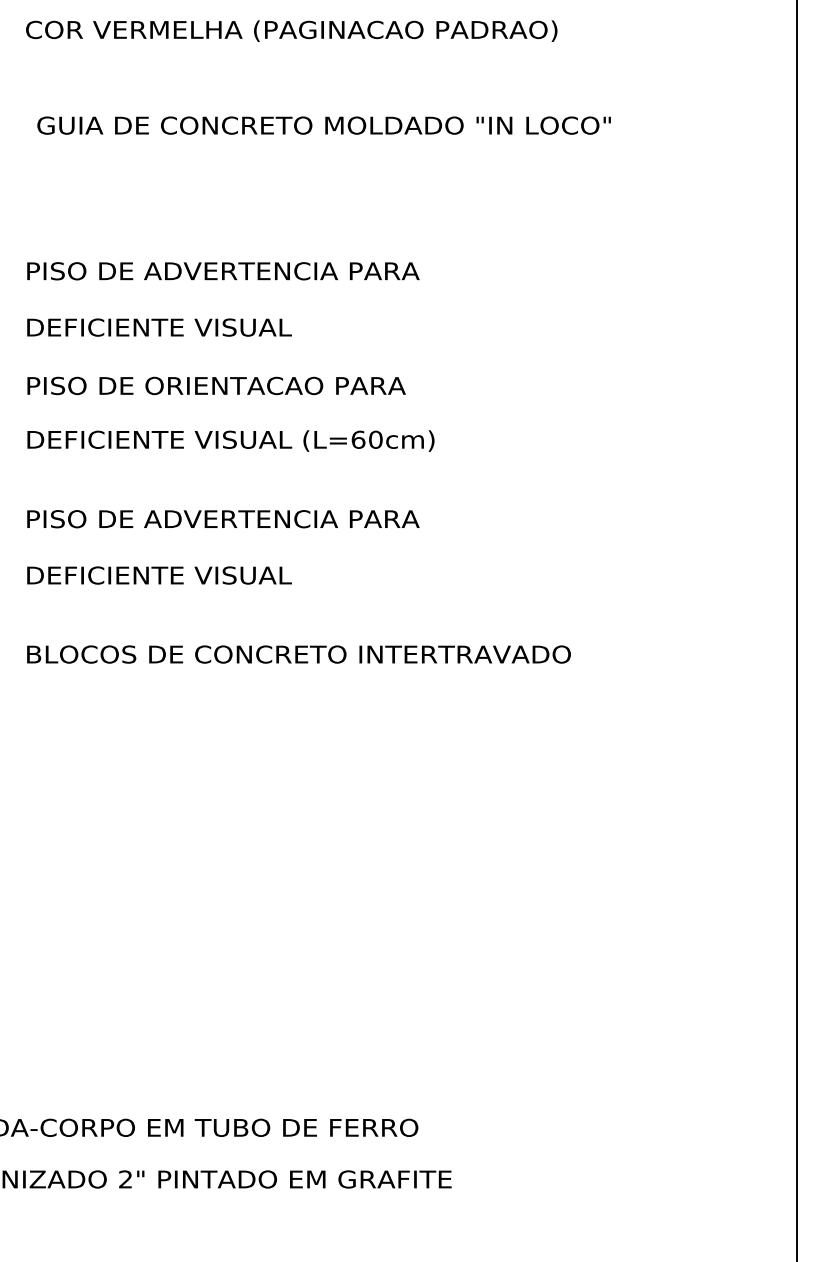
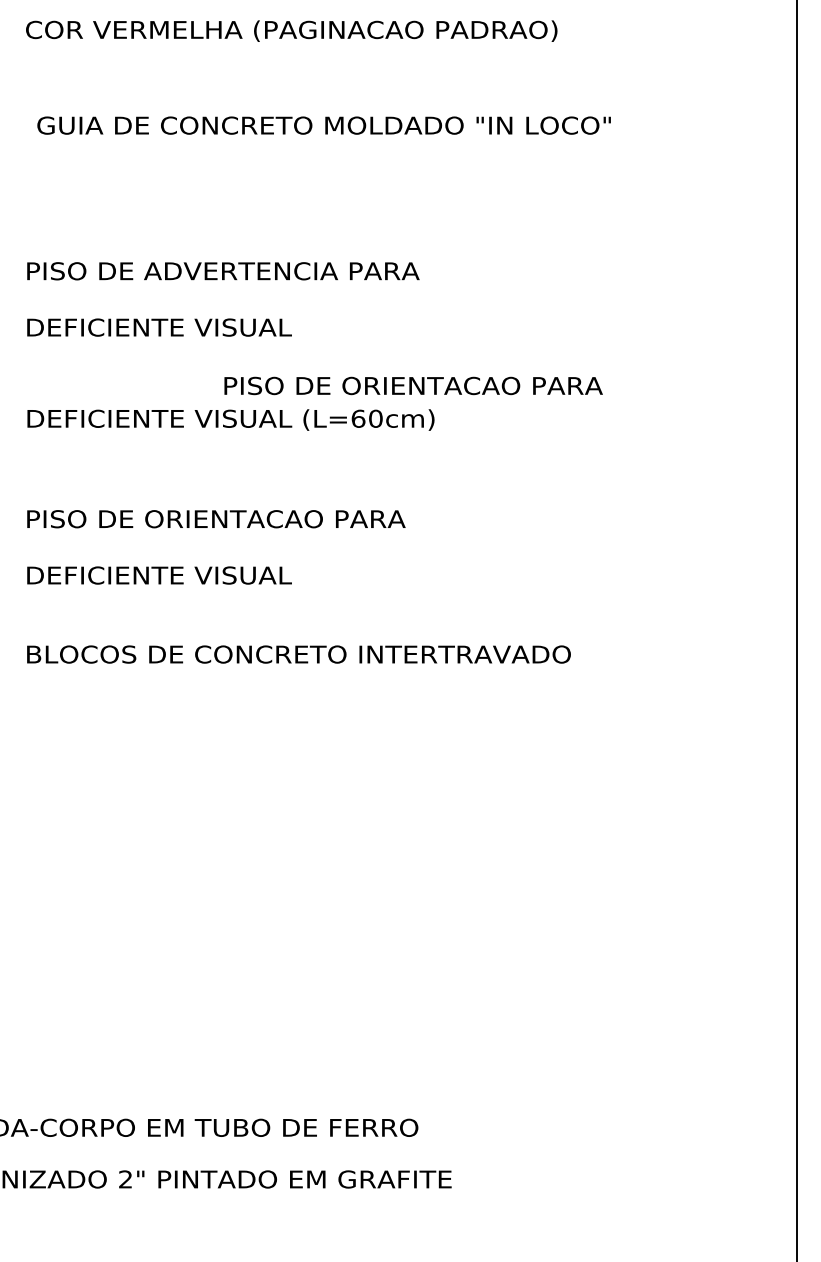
text at (216, 385) position: (216, 385) -> (413, 385)
text at (230, 440) position: (230, 440) -> (230, 419)
text at (281, 519): PISO DE ADVERTENCIA PARA -> PISO DE ORIENTACAO PARA
